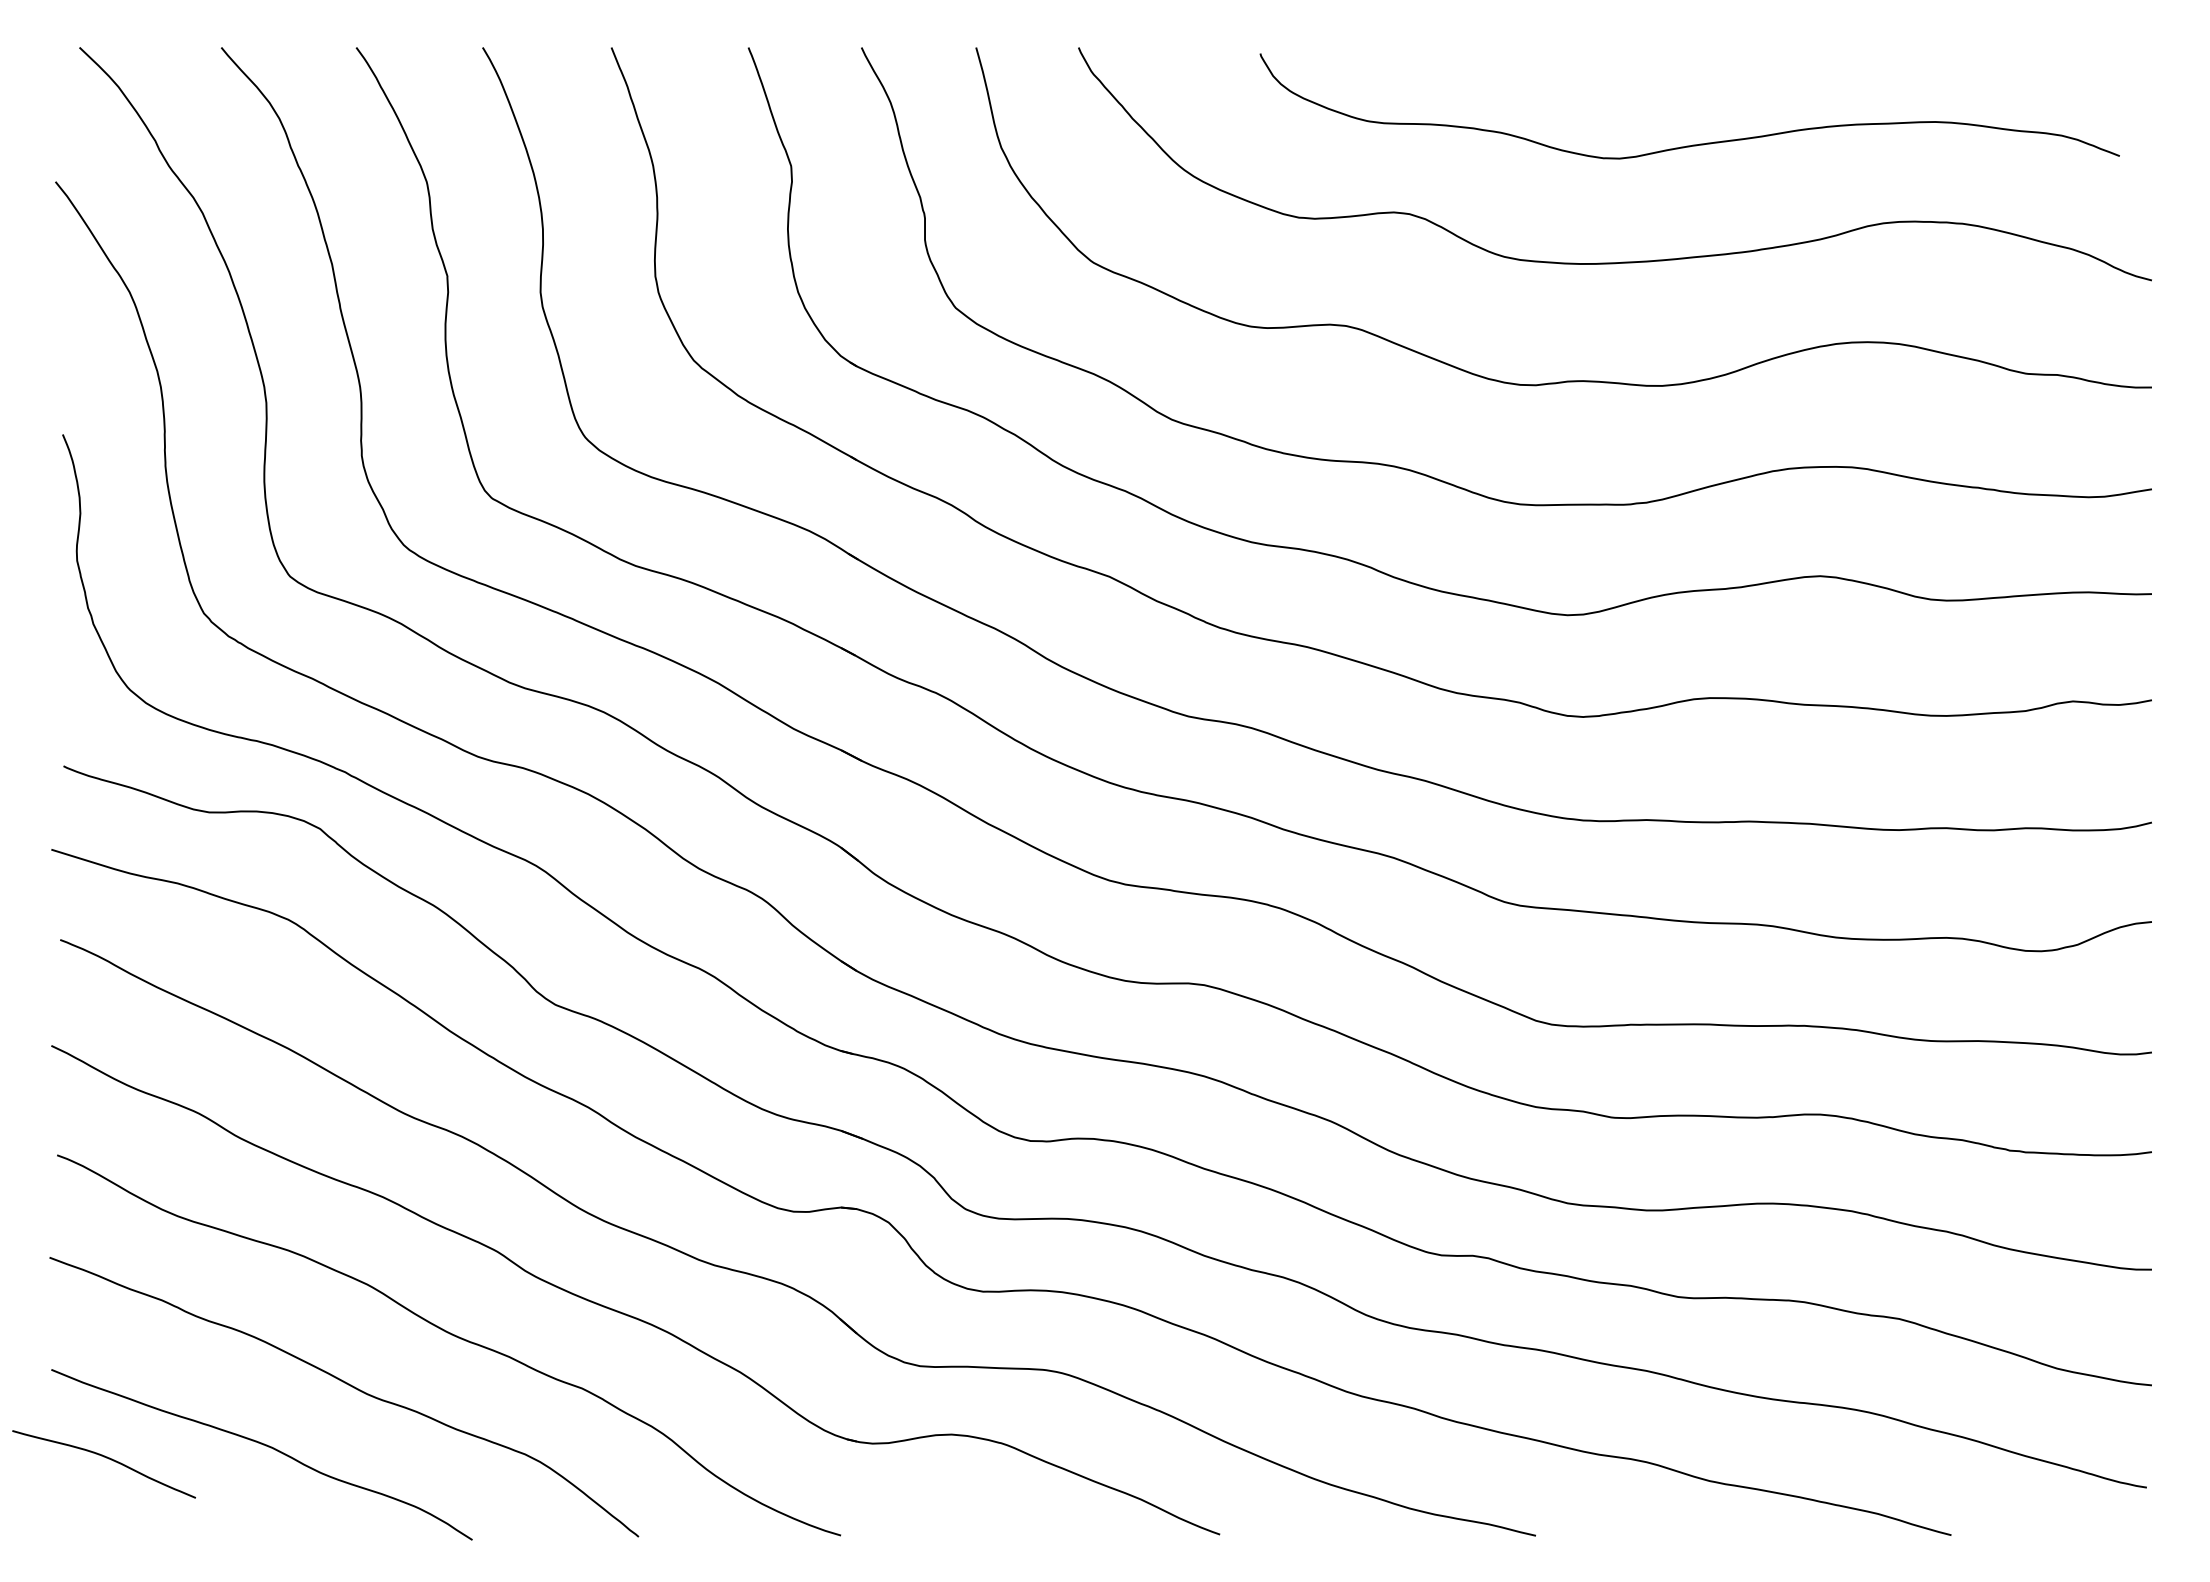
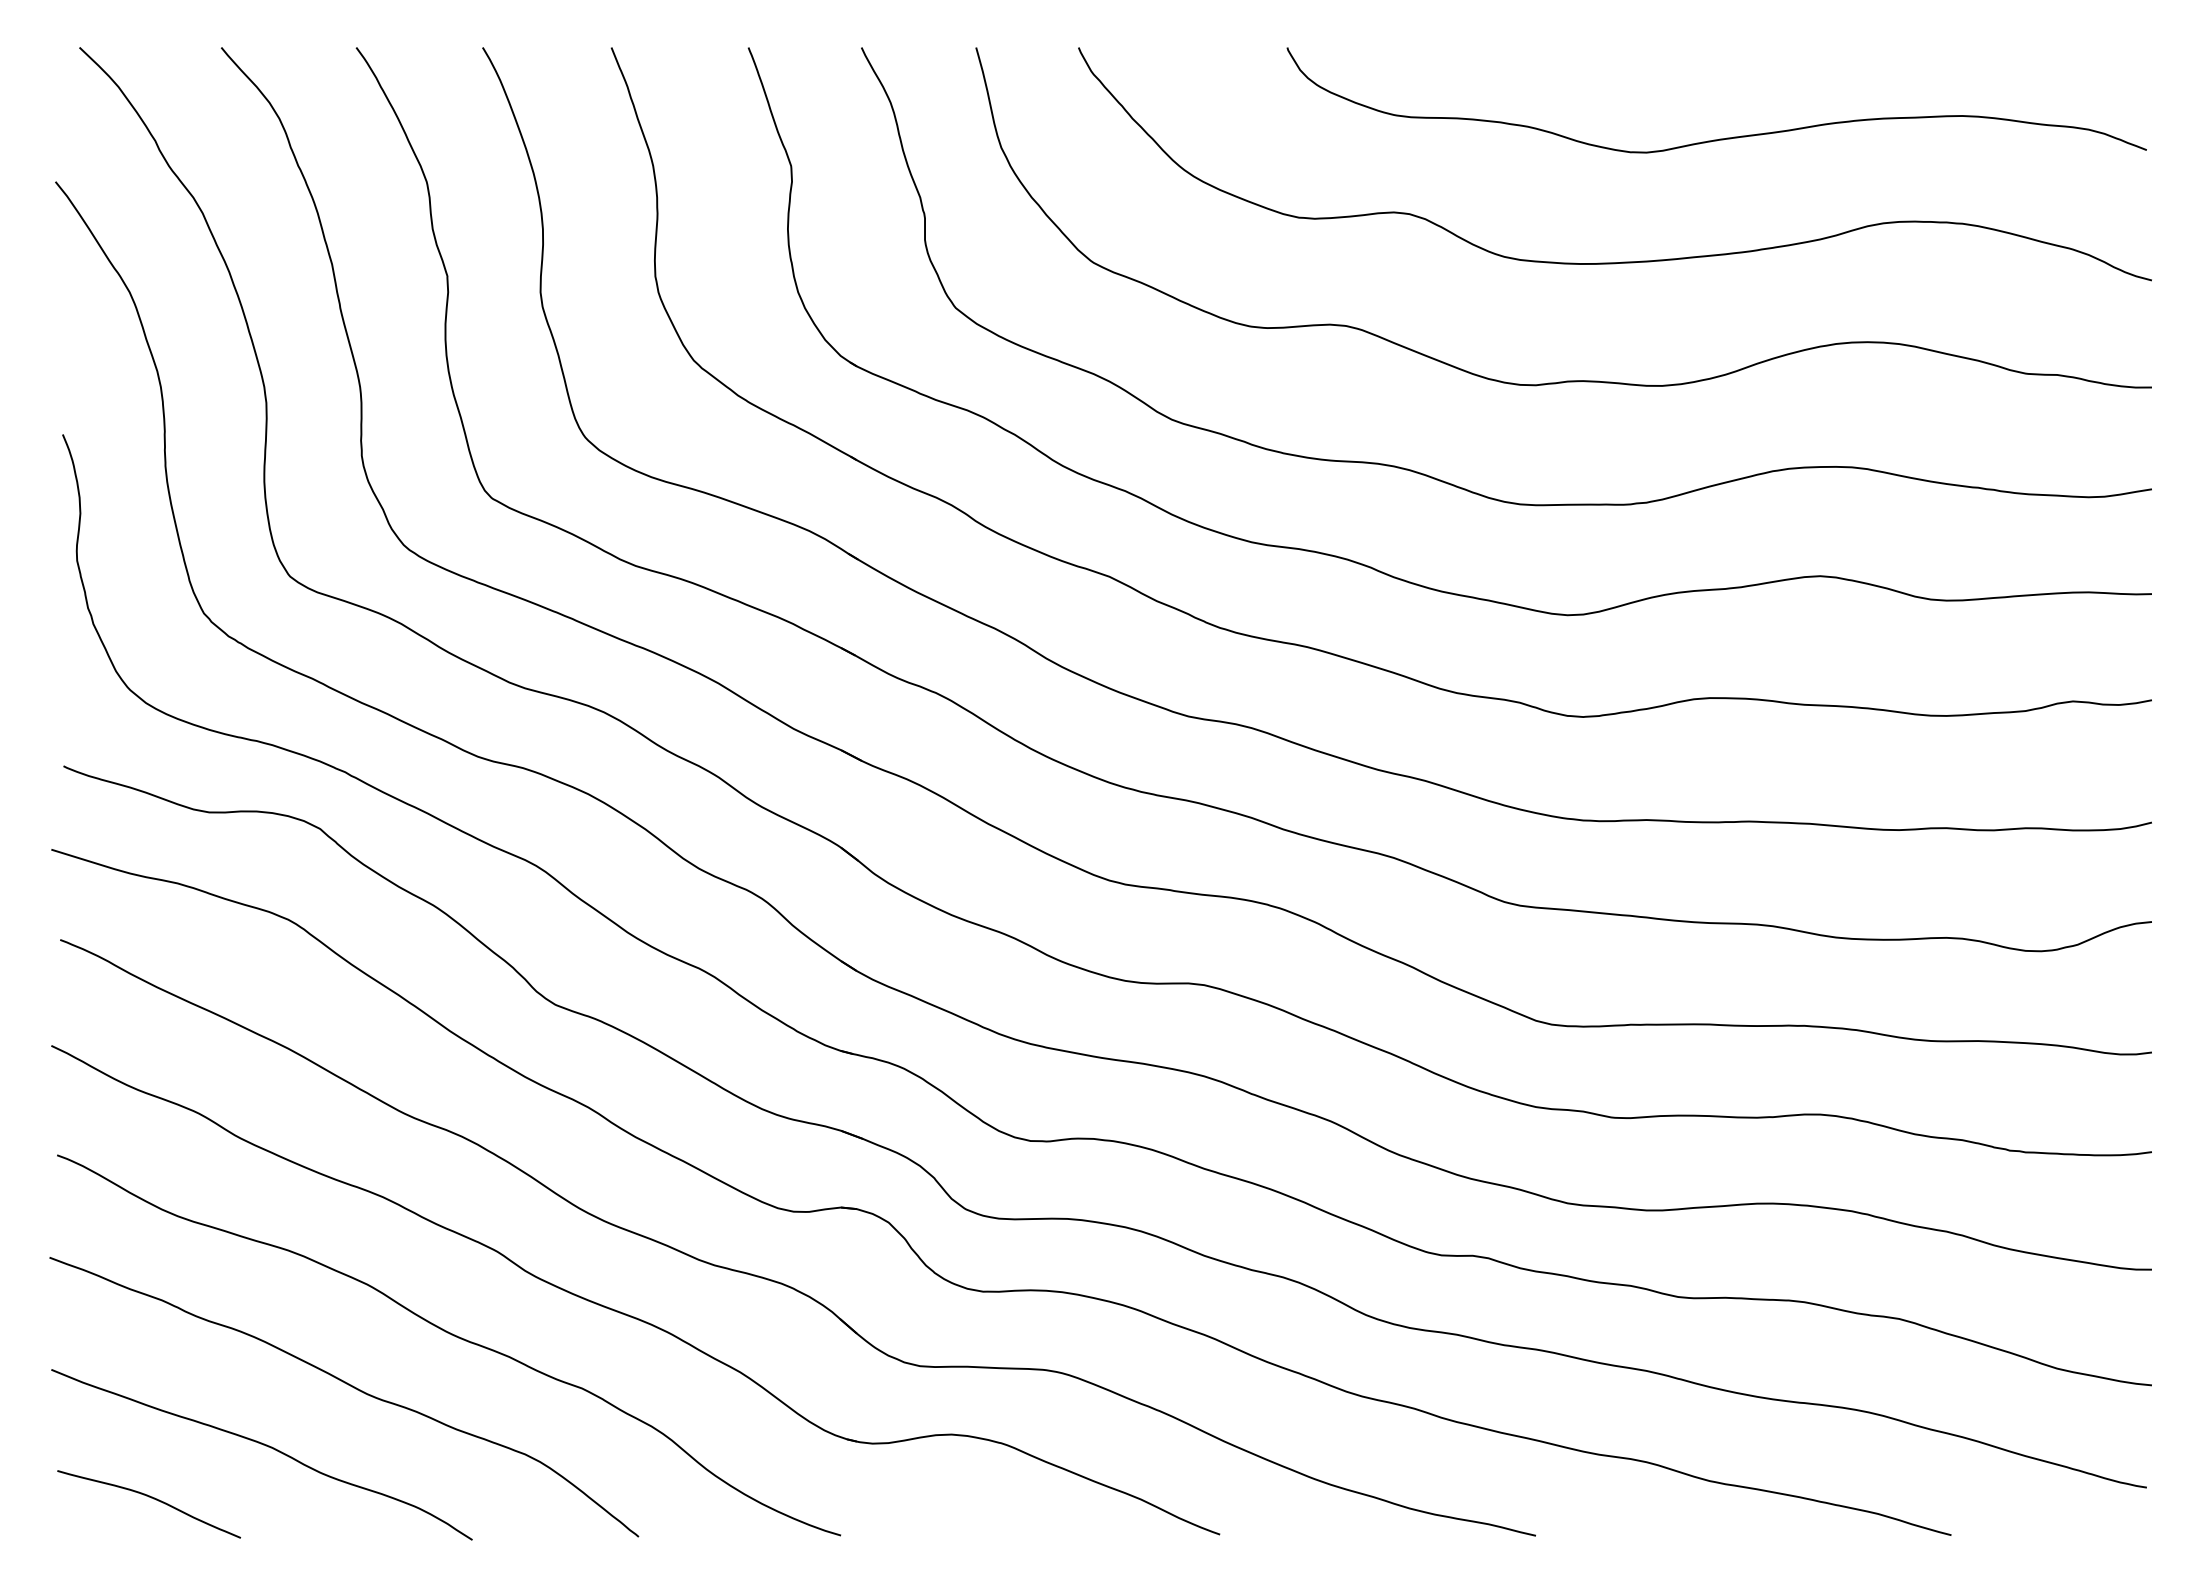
curve at (1692, 144) position: (1692, 144) -> (1719, 138)
curve at (106, 1458) position: (106, 1458) -> (151, 1498)
